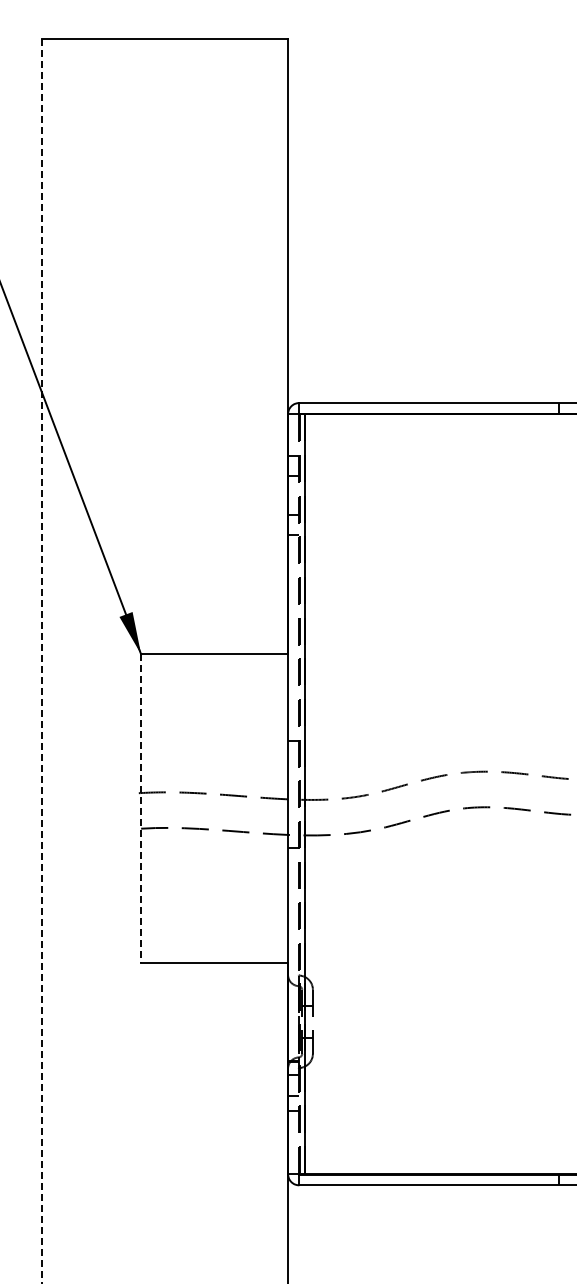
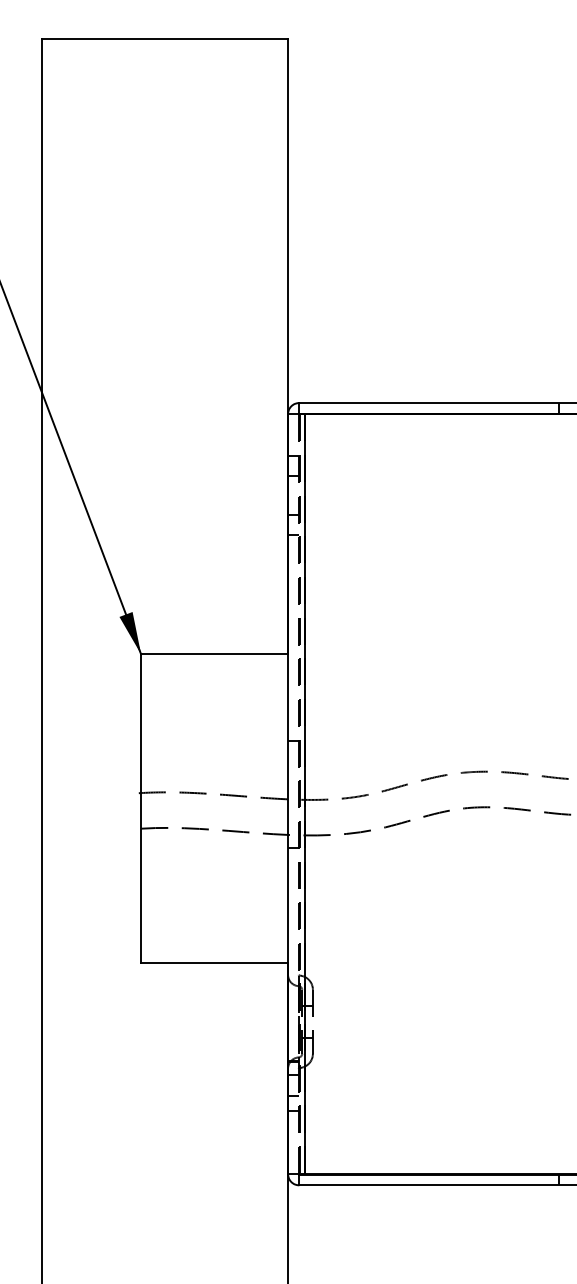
line at (42, 661): dashed -> solid
line at (141, 809): dashed -> solid
